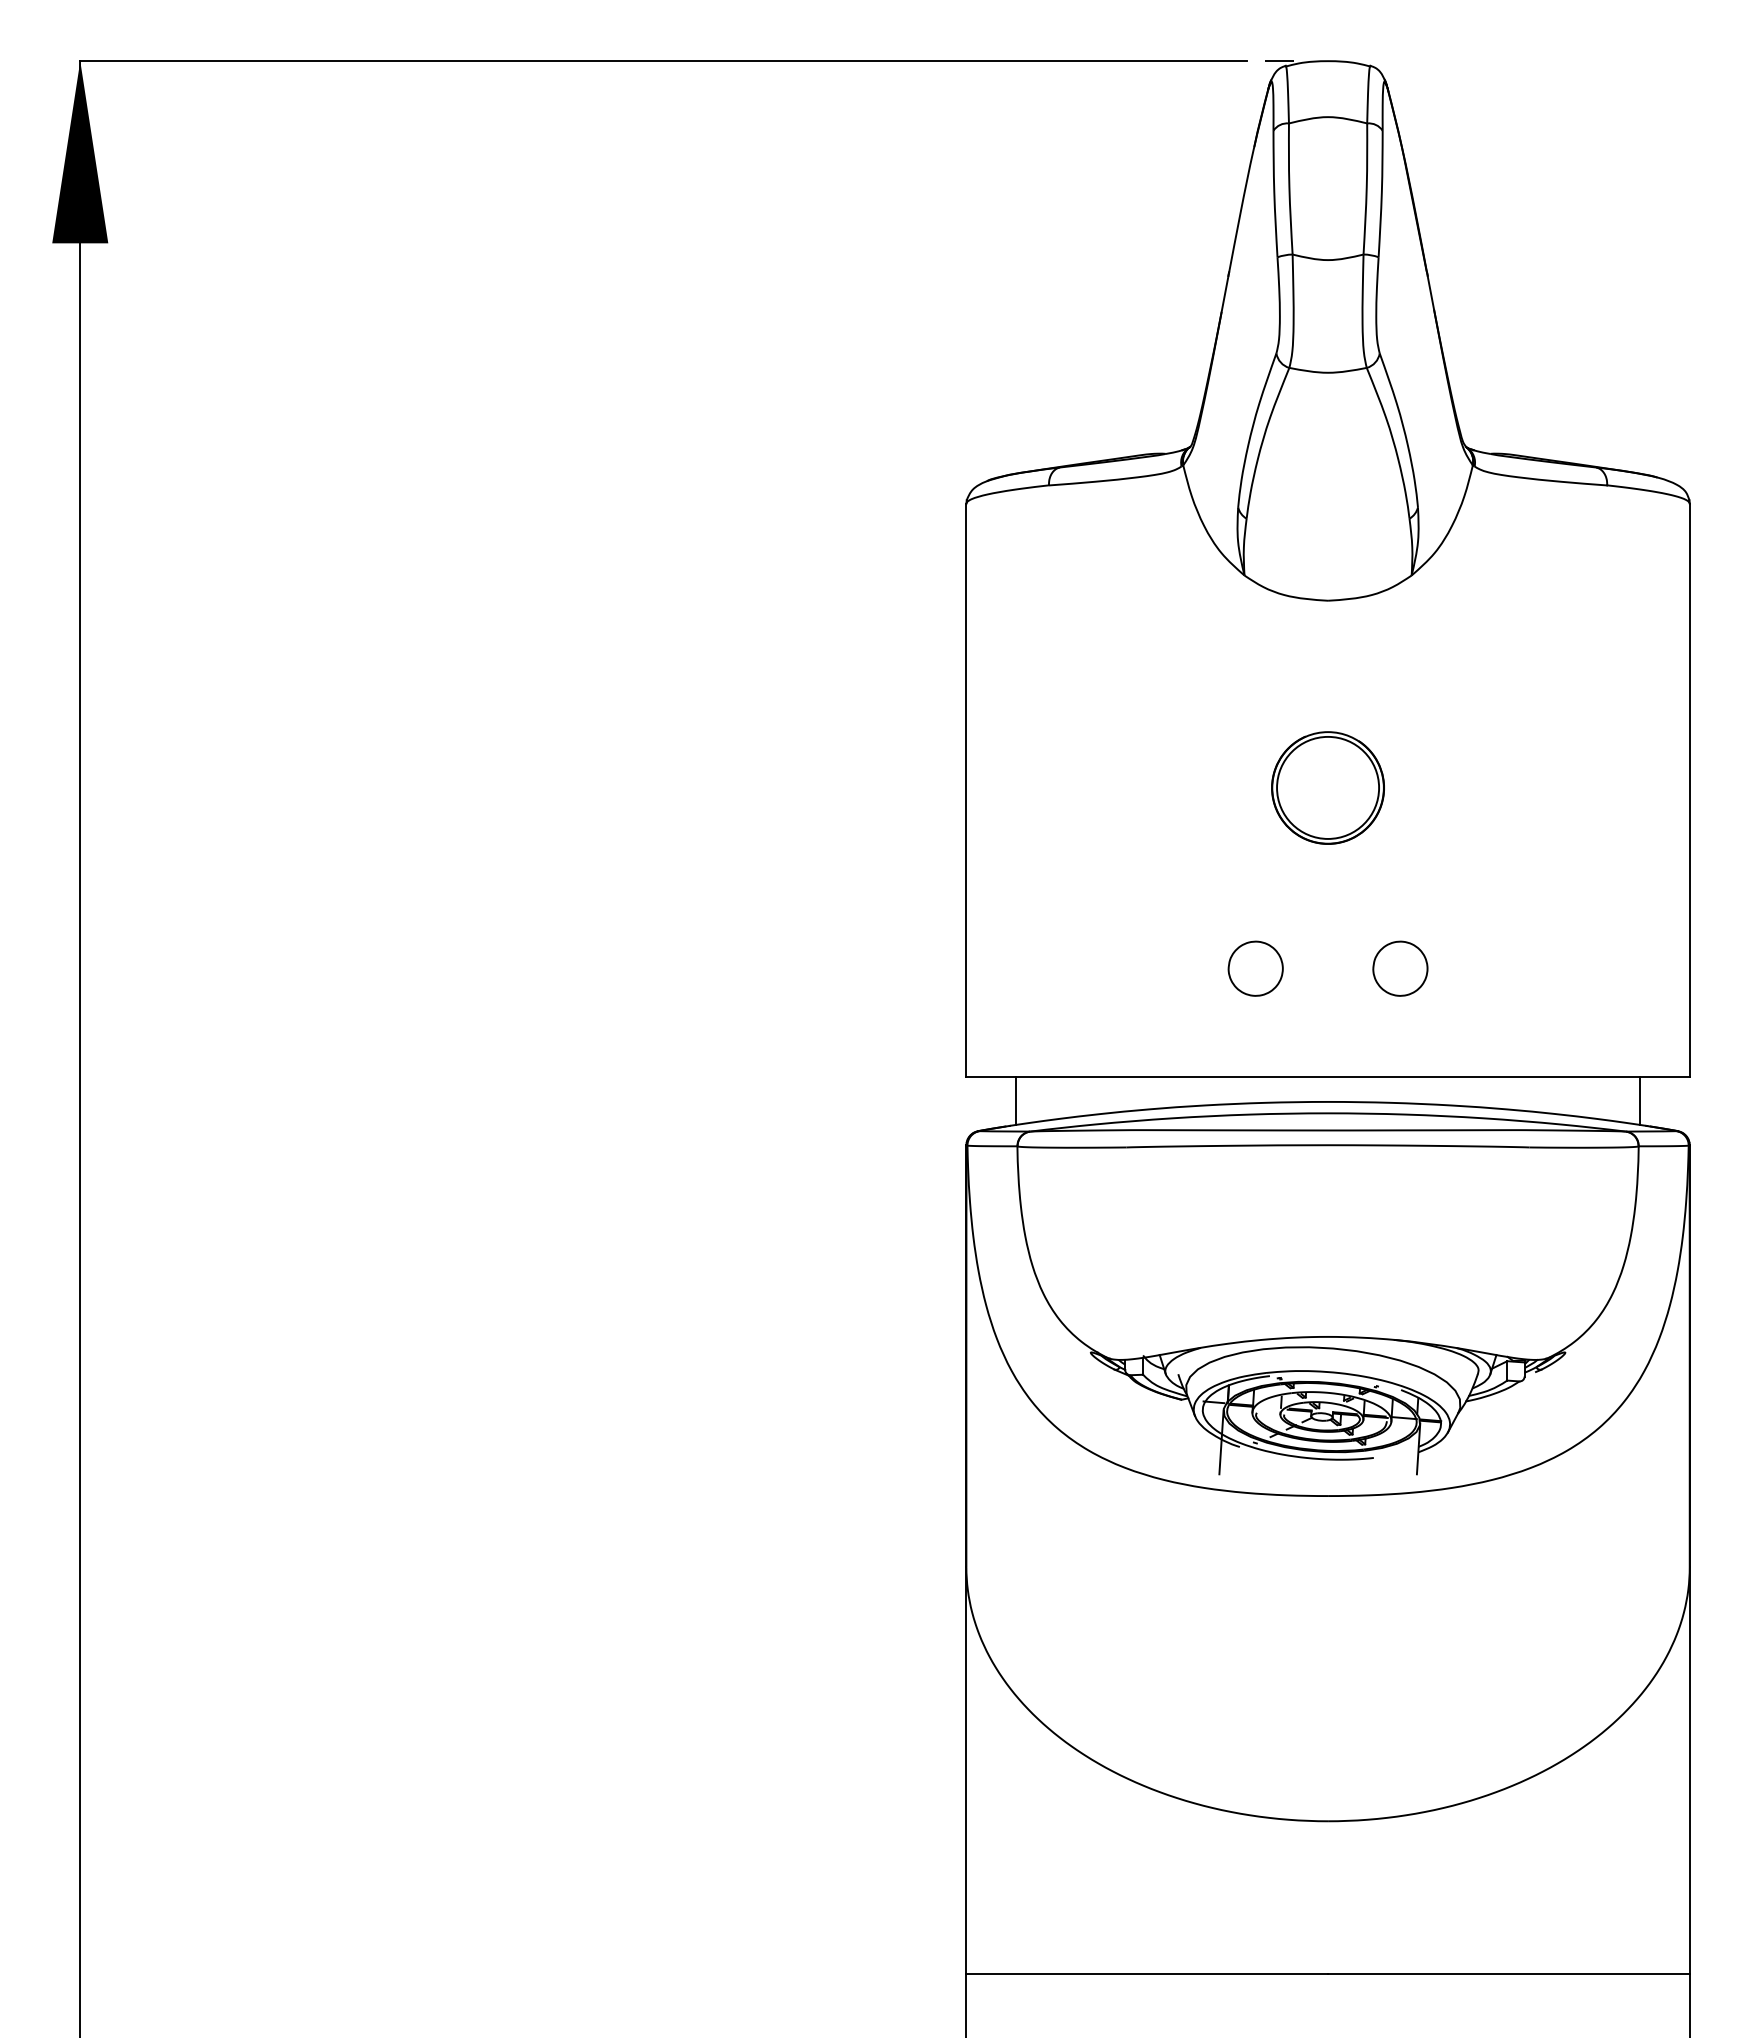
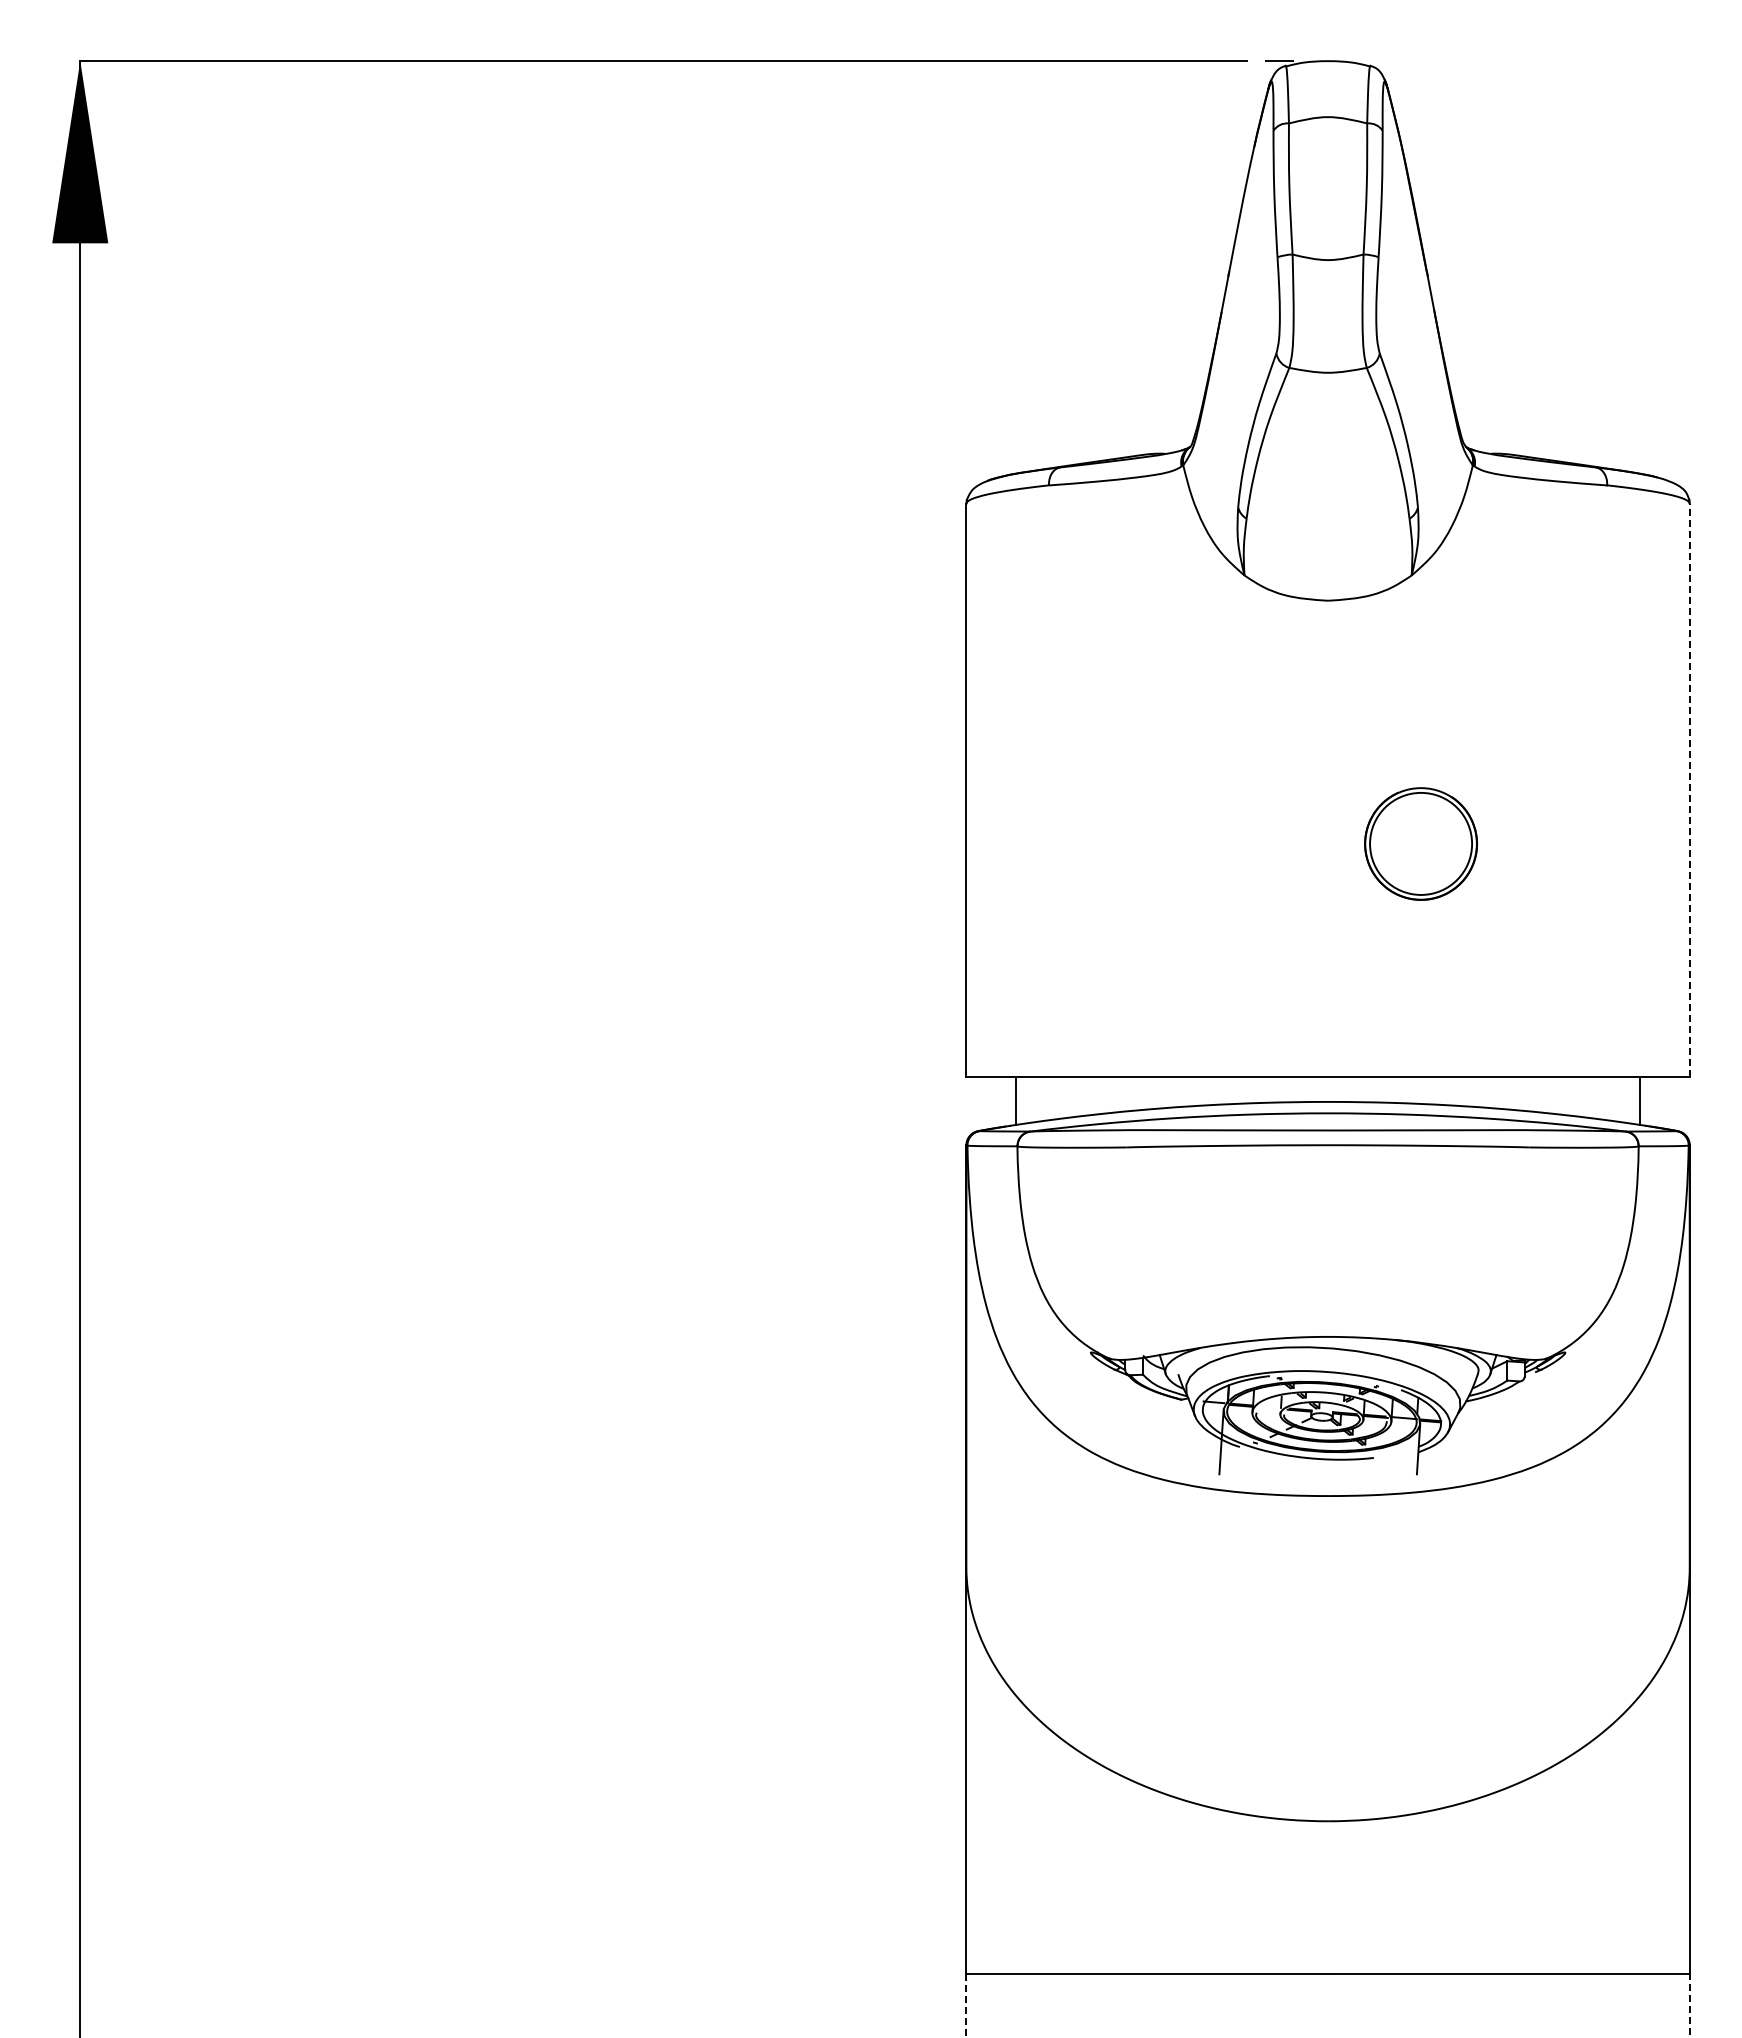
part at (1327, 787) position: (1327, 787) -> (1420, 843)
line at (1689, 790): solid -> dashed
part at (1255, 968): present -> none
part at (1400, 968): present -> none
line at (1689, 2005): solid -> dashed
line at (966, 2006): solid -> dashed
